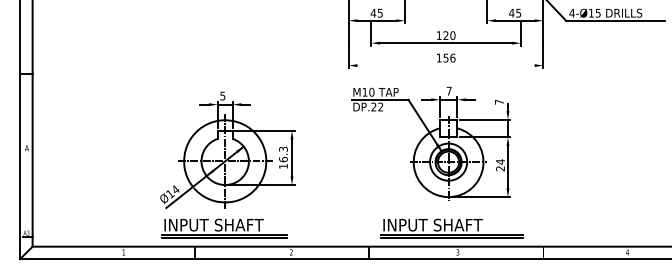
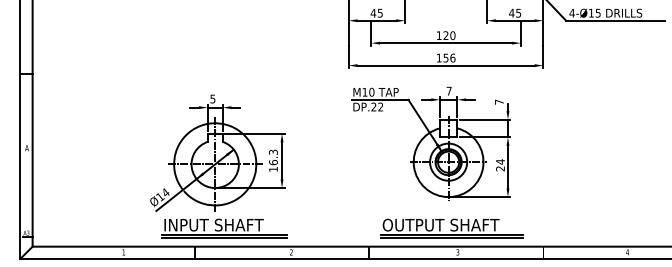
line at (445, 65): none -> present
part at (227, 150) position: (227, 150) -> (217, 153)
text at (440, 224): INPUT SHAFT -> OUTPUT SHAFT
